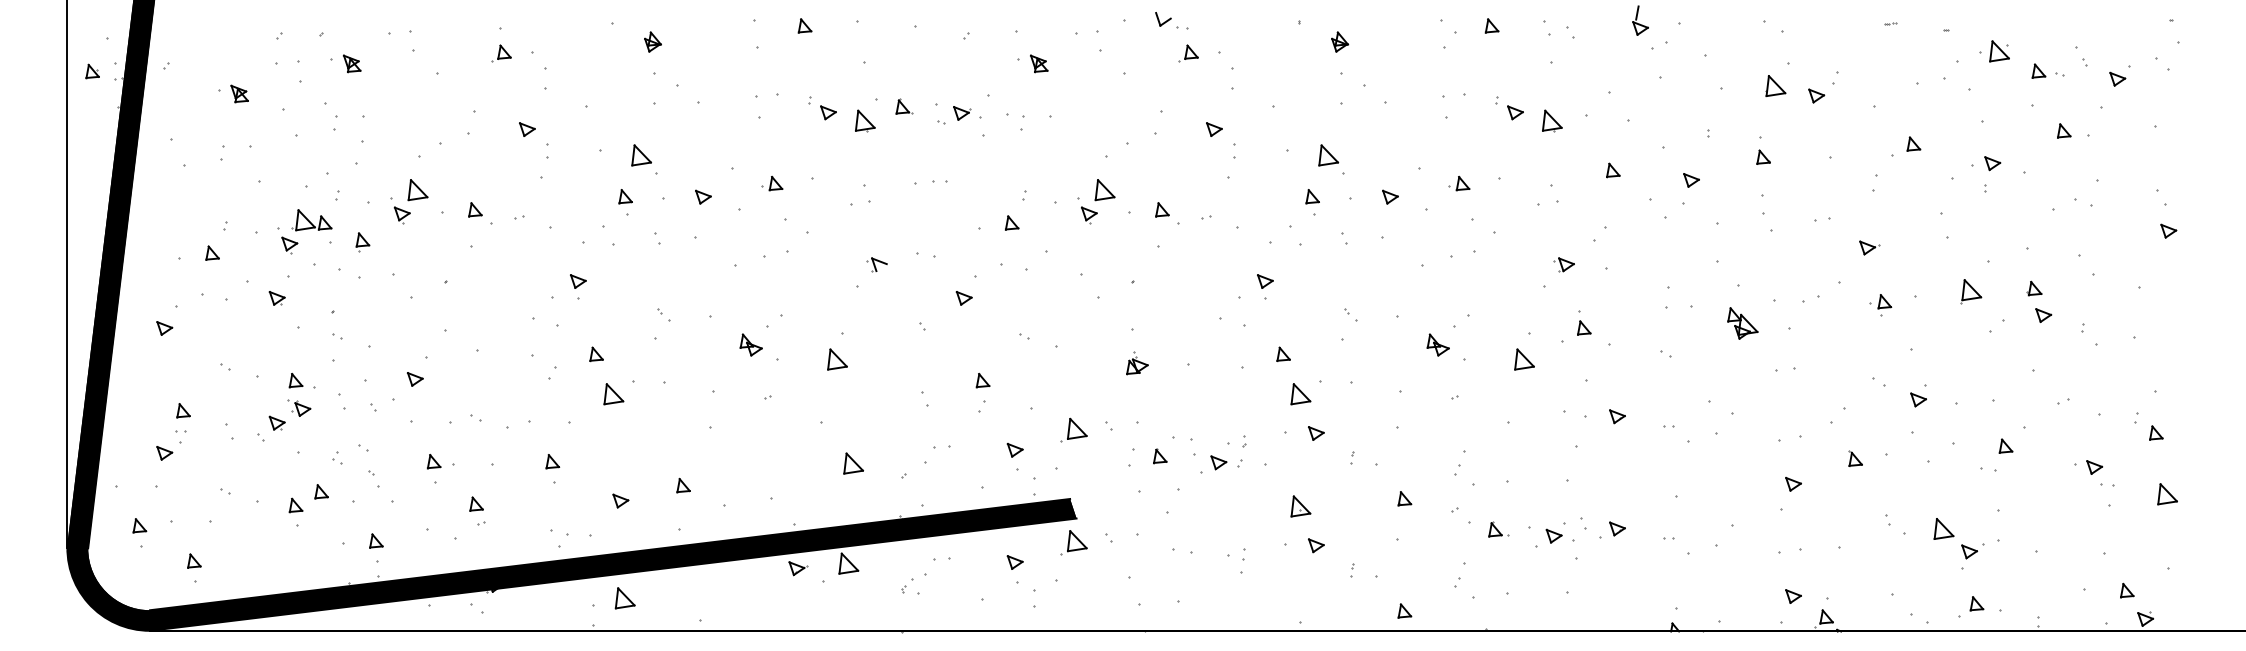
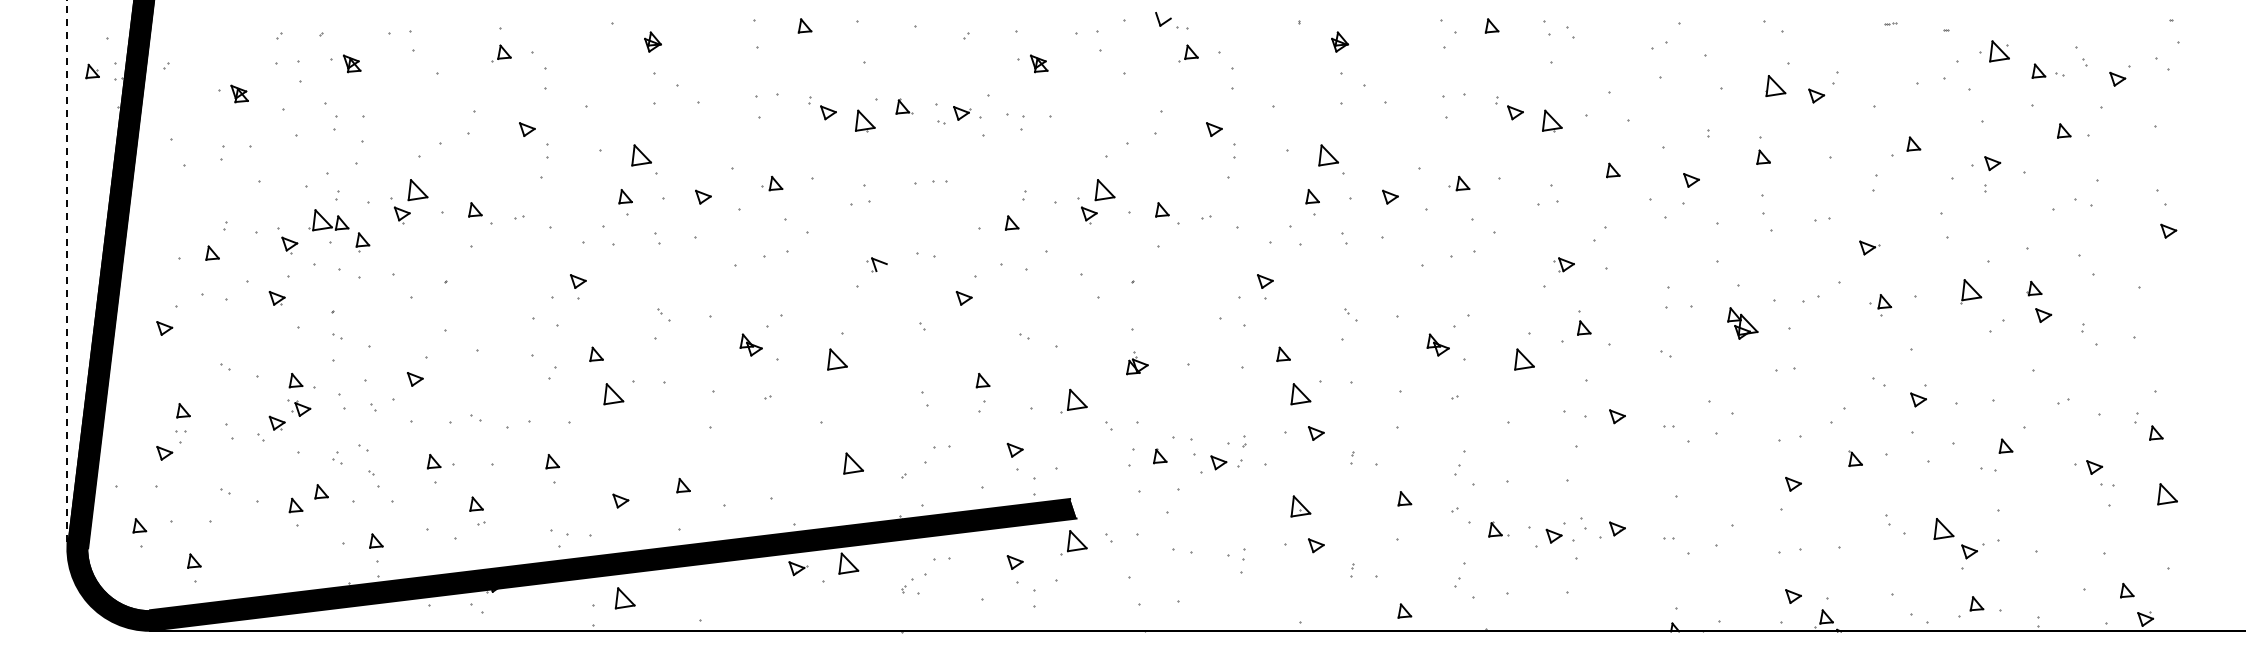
part at (1640, 20): present -> none
part at (311, 220) position: (311, 220) -> (328, 220)
line at (67, 274): solid -> dashed
part at (1073, 429) position: (1073, 429) -> (1073, 400)
